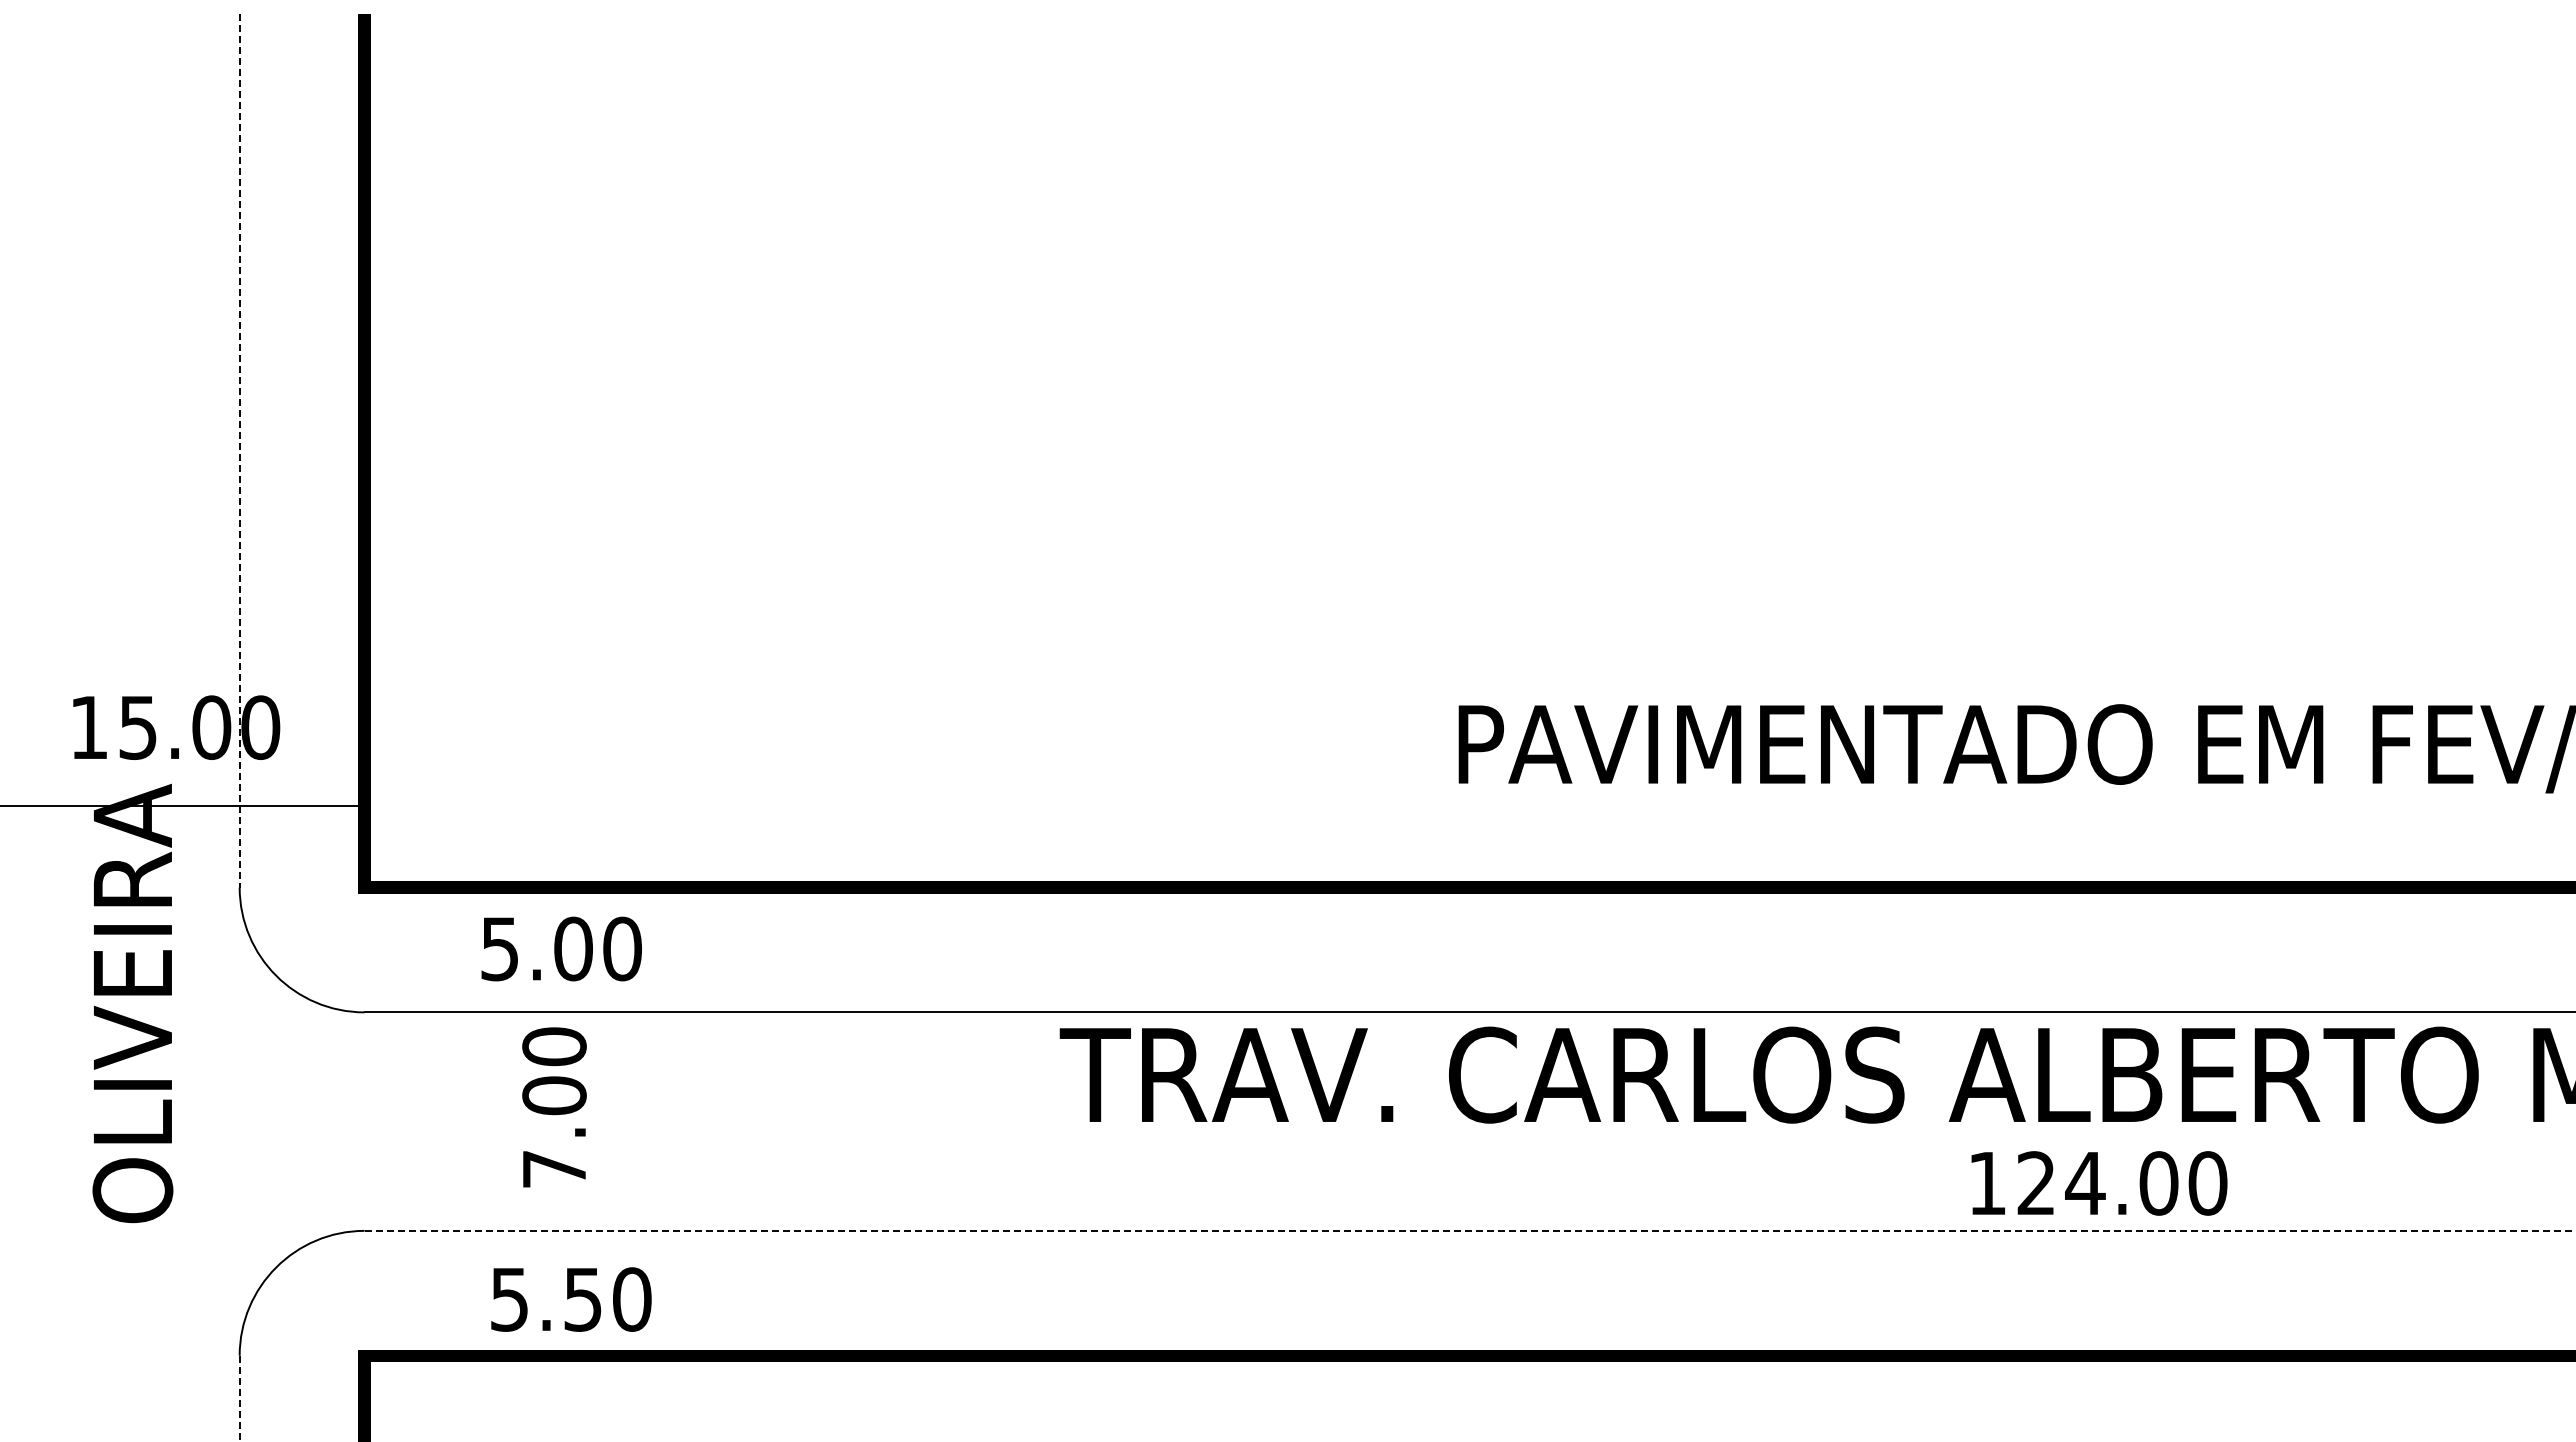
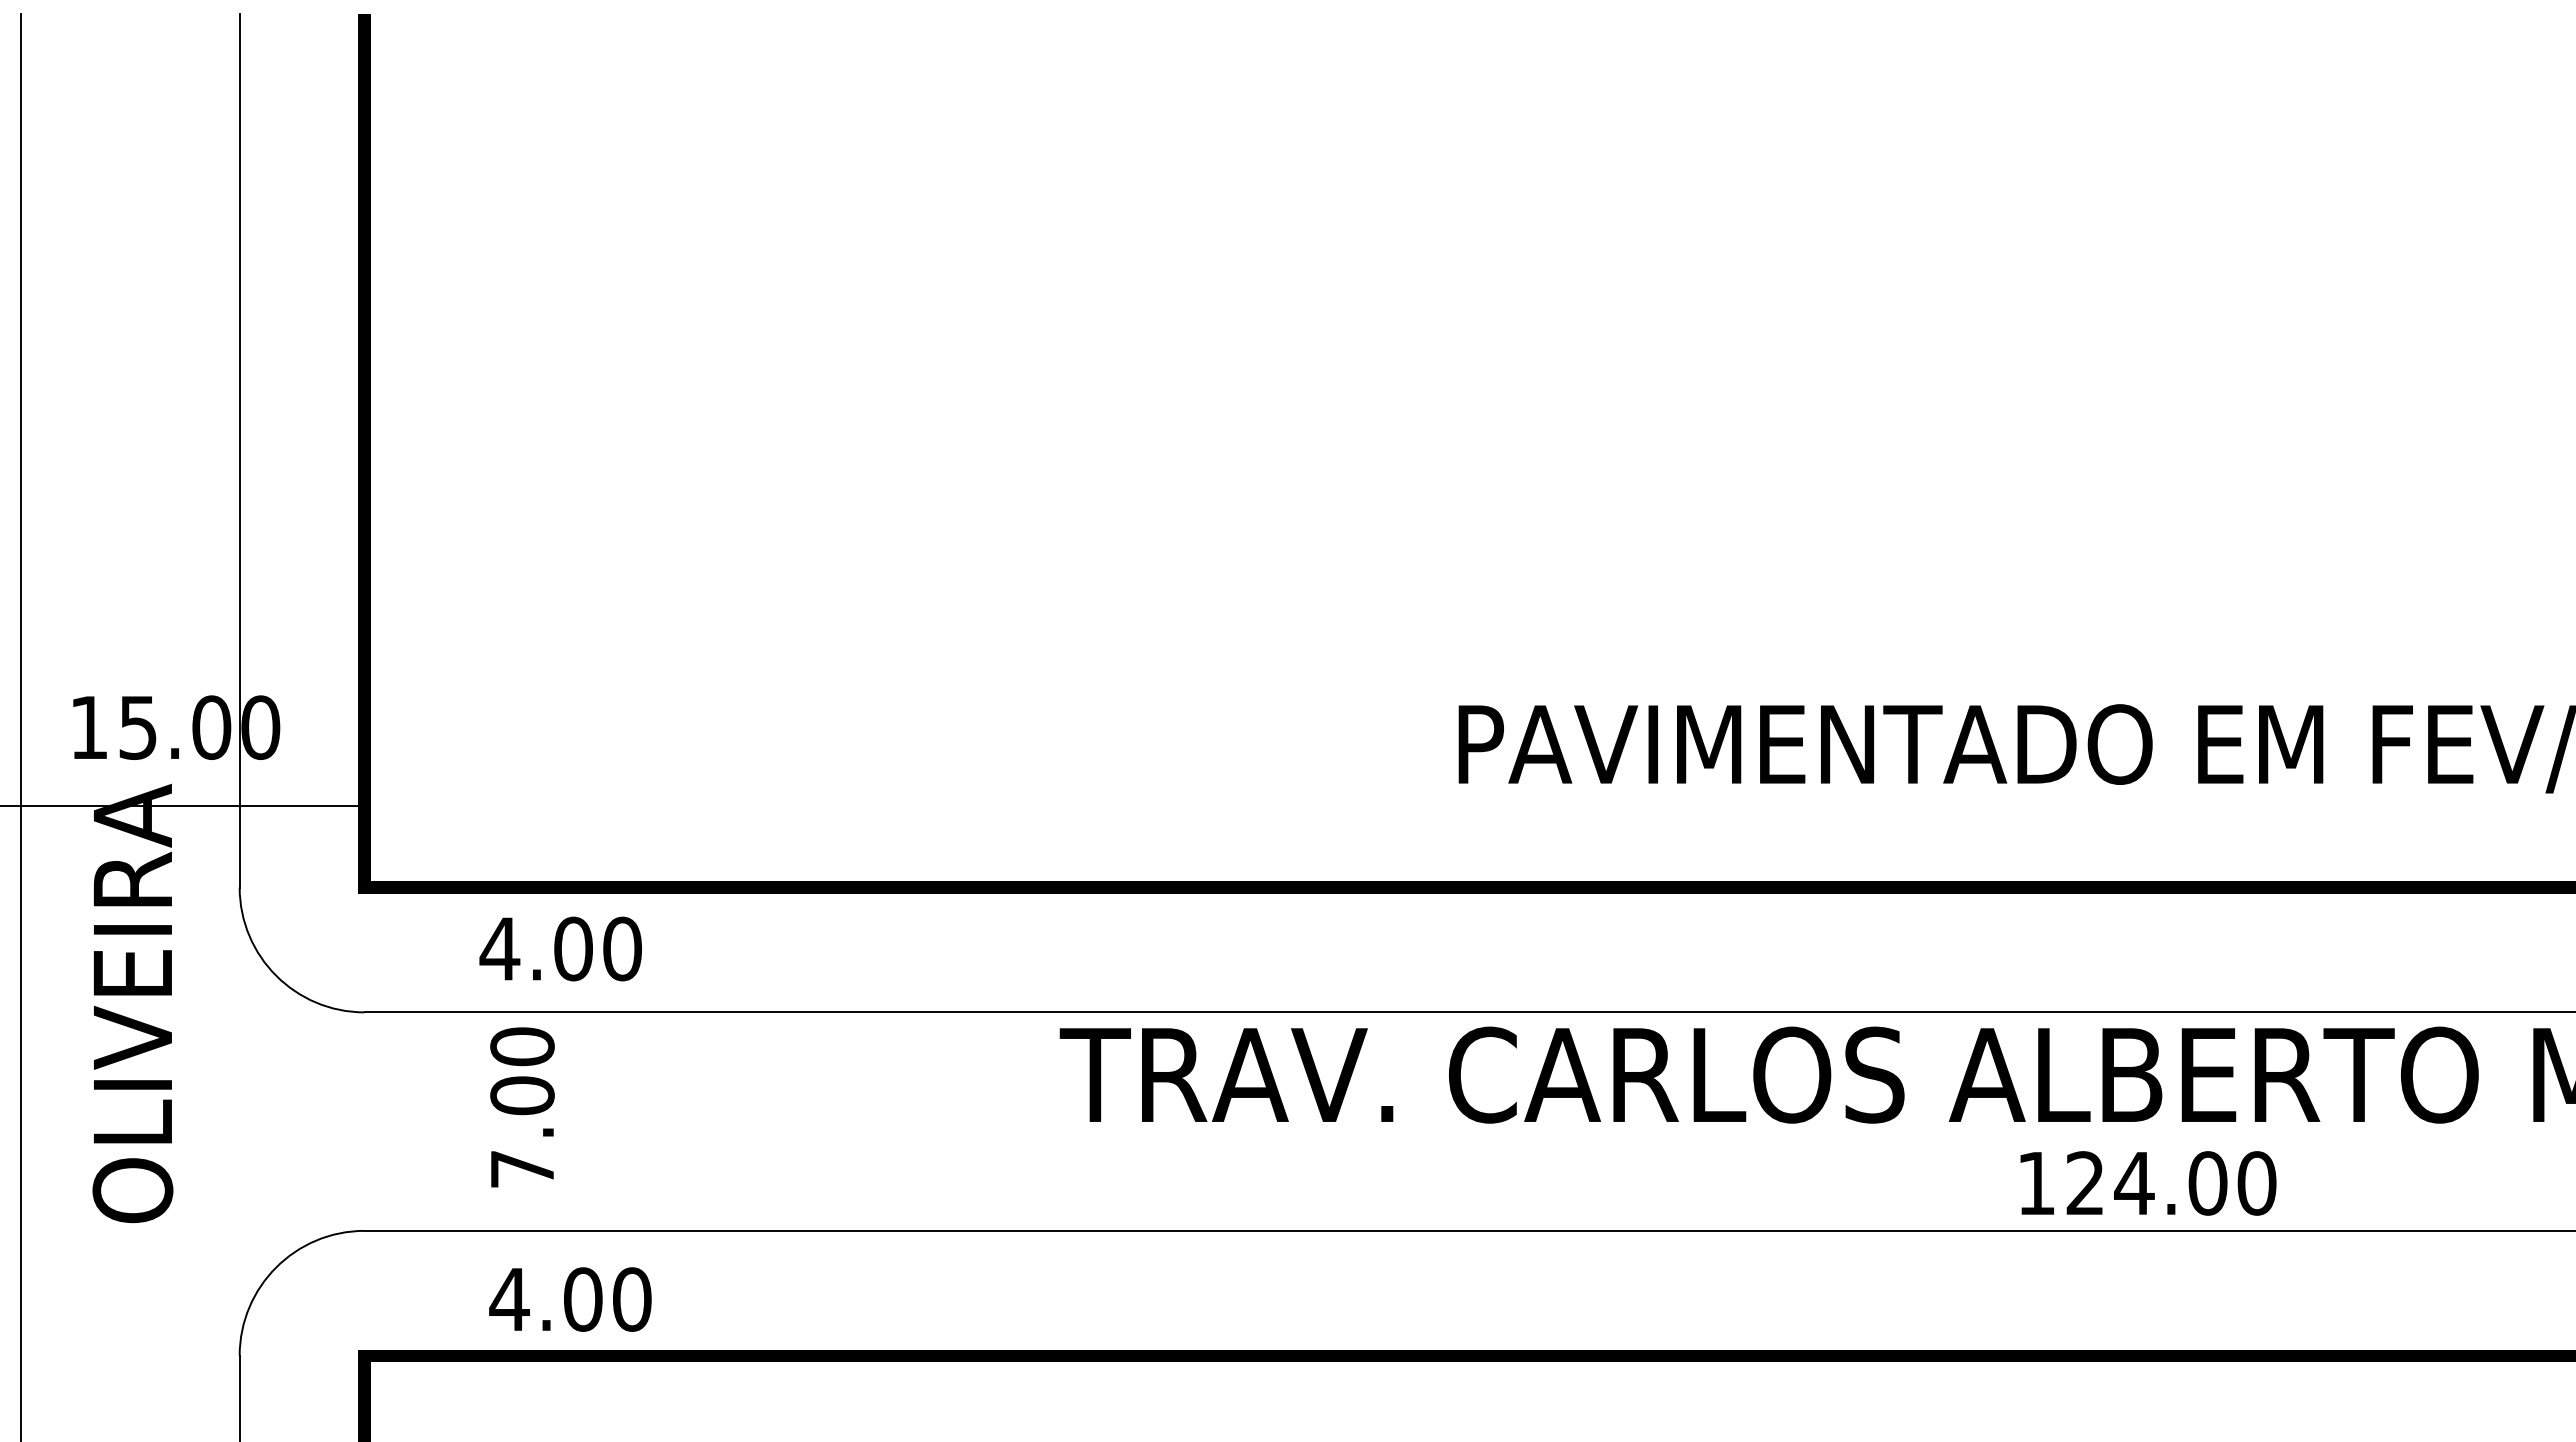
line at (239, 450): dashed -> solid
line at (21, 726): none -> present
text at (499, 949): 5.00 -> 4.00
text at (554, 1107) position: (554, 1107) -> (522, 1107)
text at (2099, 1183) position: (2099, 1183) -> (2148, 1183)
line at (1470, 1230): dashed -> solid
text at (545, 1299): 5.50 -> 4.00
line at (239, 1398): dashed -> solid
